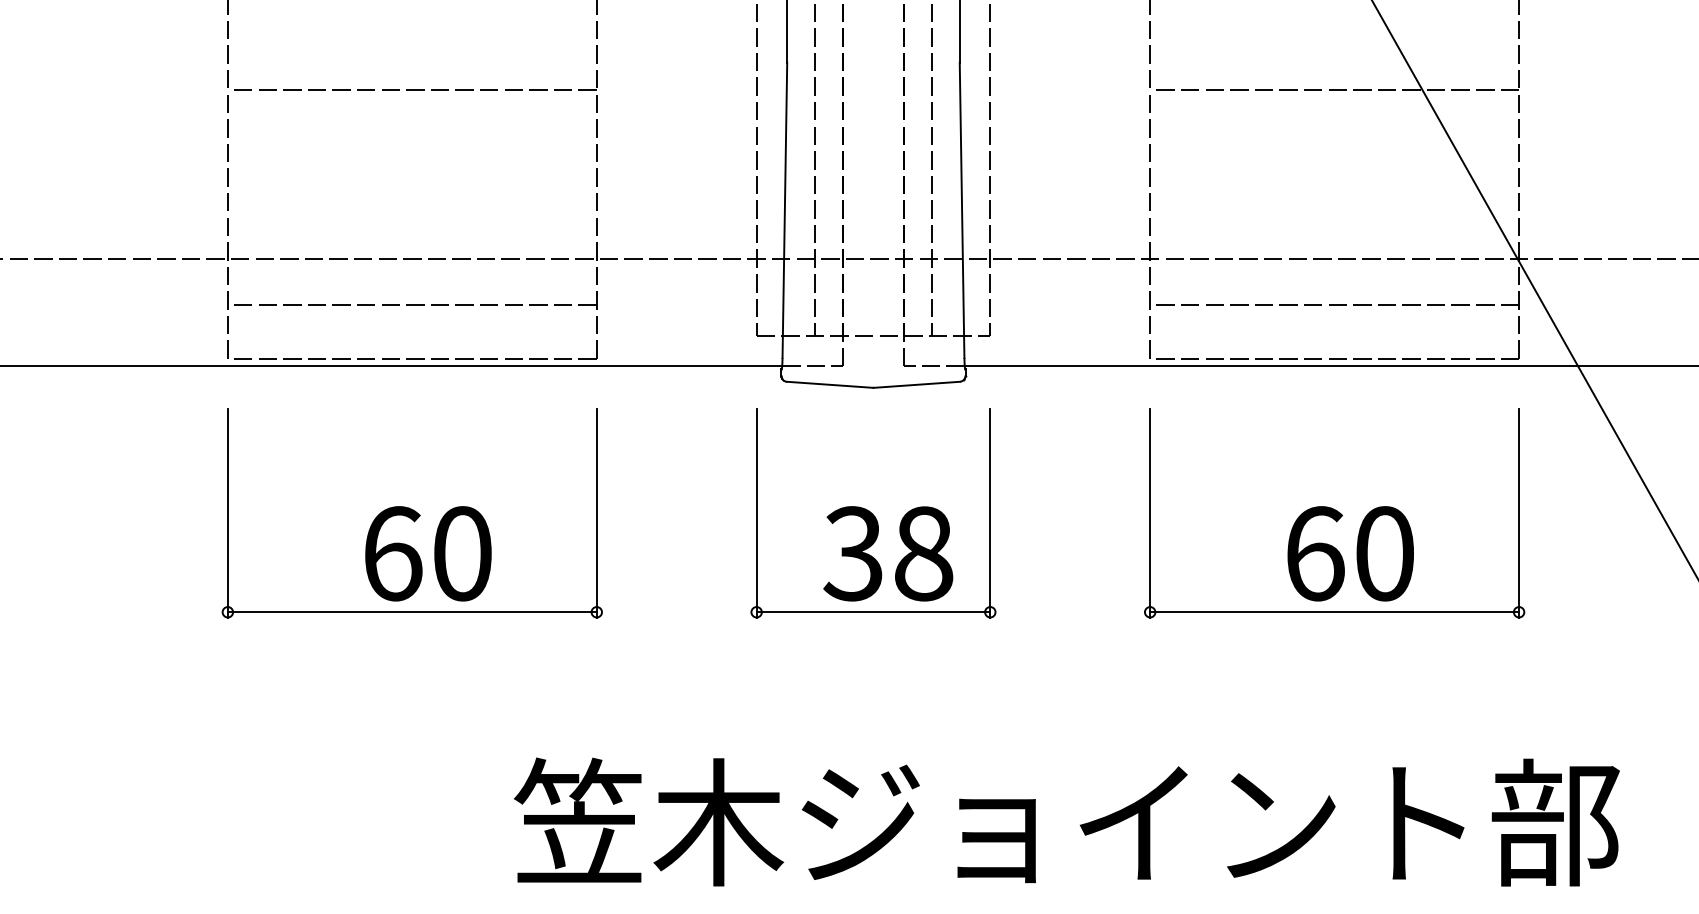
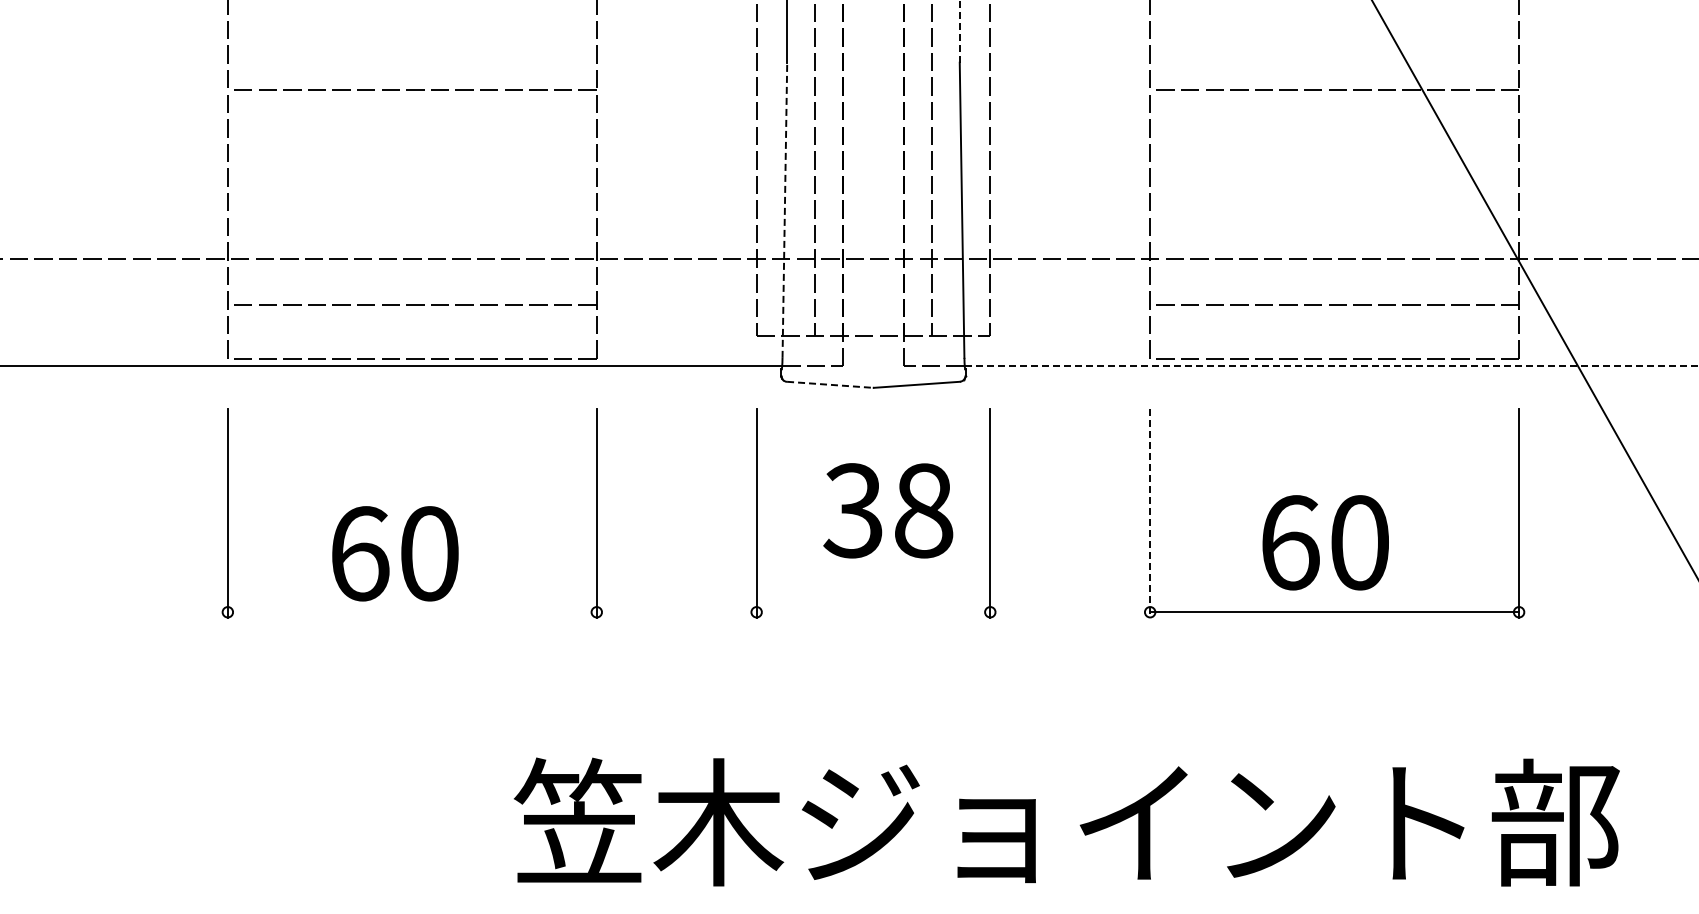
line at (959, 31): solid -> dashed
line at (784, 210): solid -> dashed
line at (1331, 366): solid -> dashed
line at (829, 384): solid -> dashed
line at (1150, 513): solid -> dashed
text at (428, 553) position: (428, 553) -> (395, 553)
text at (888, 553) position: (888, 553) -> (888, 510)
text at (1350, 553) position: (1350, 553) -> (1325, 542)
line at (411, 612): present -> none
line at (873, 612): present -> none
